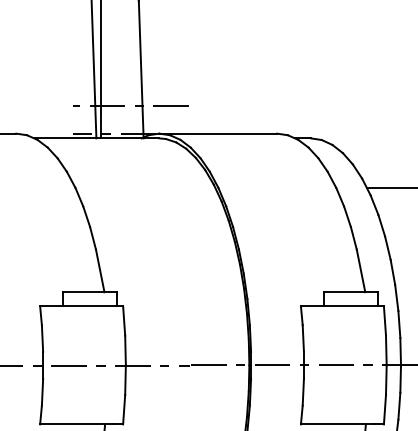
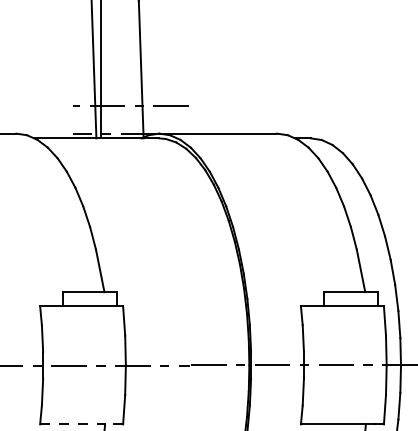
line at (390, 188): present -> none
line at (77, 424): solid -> dashed
